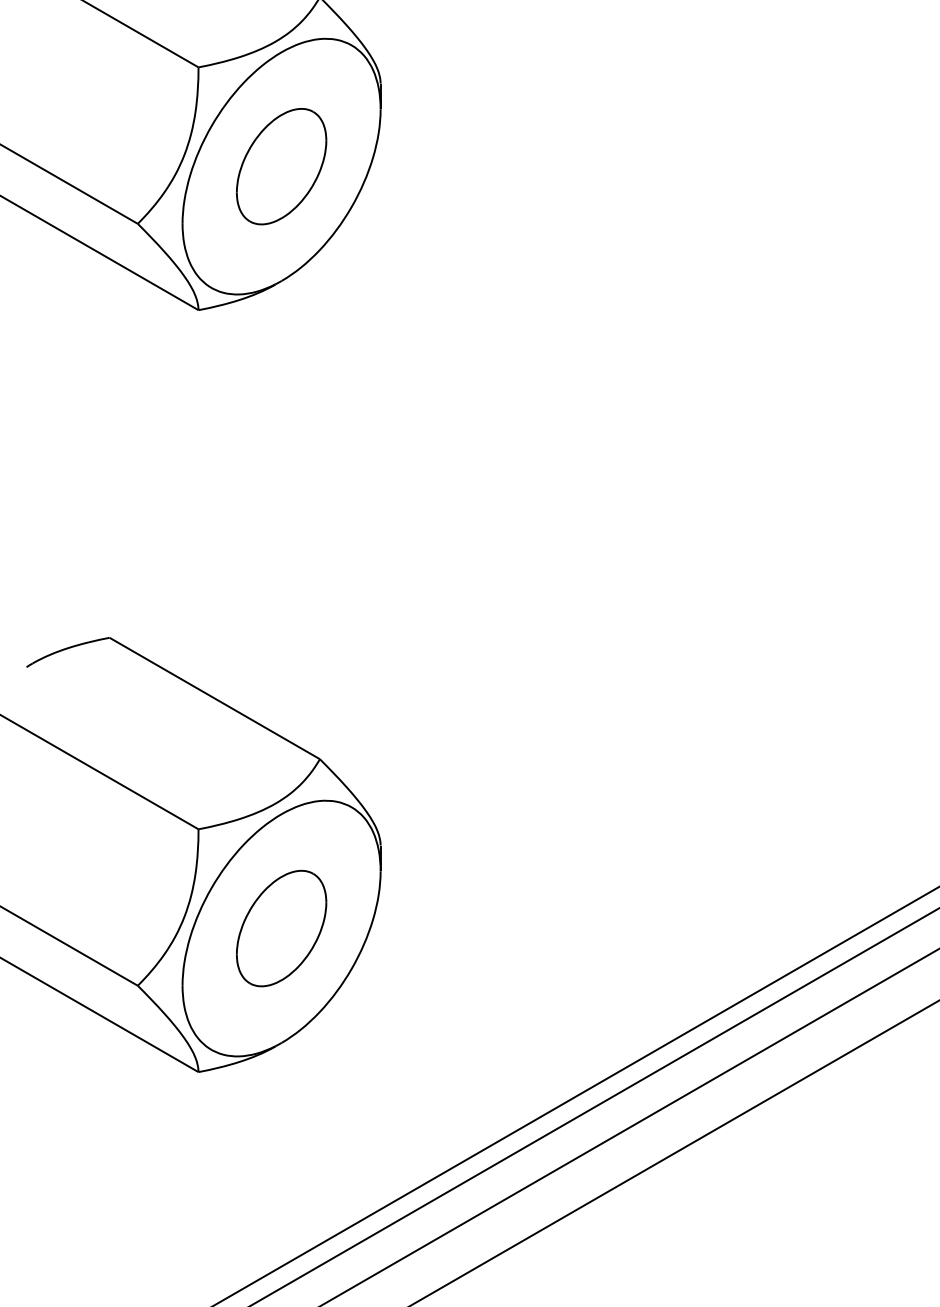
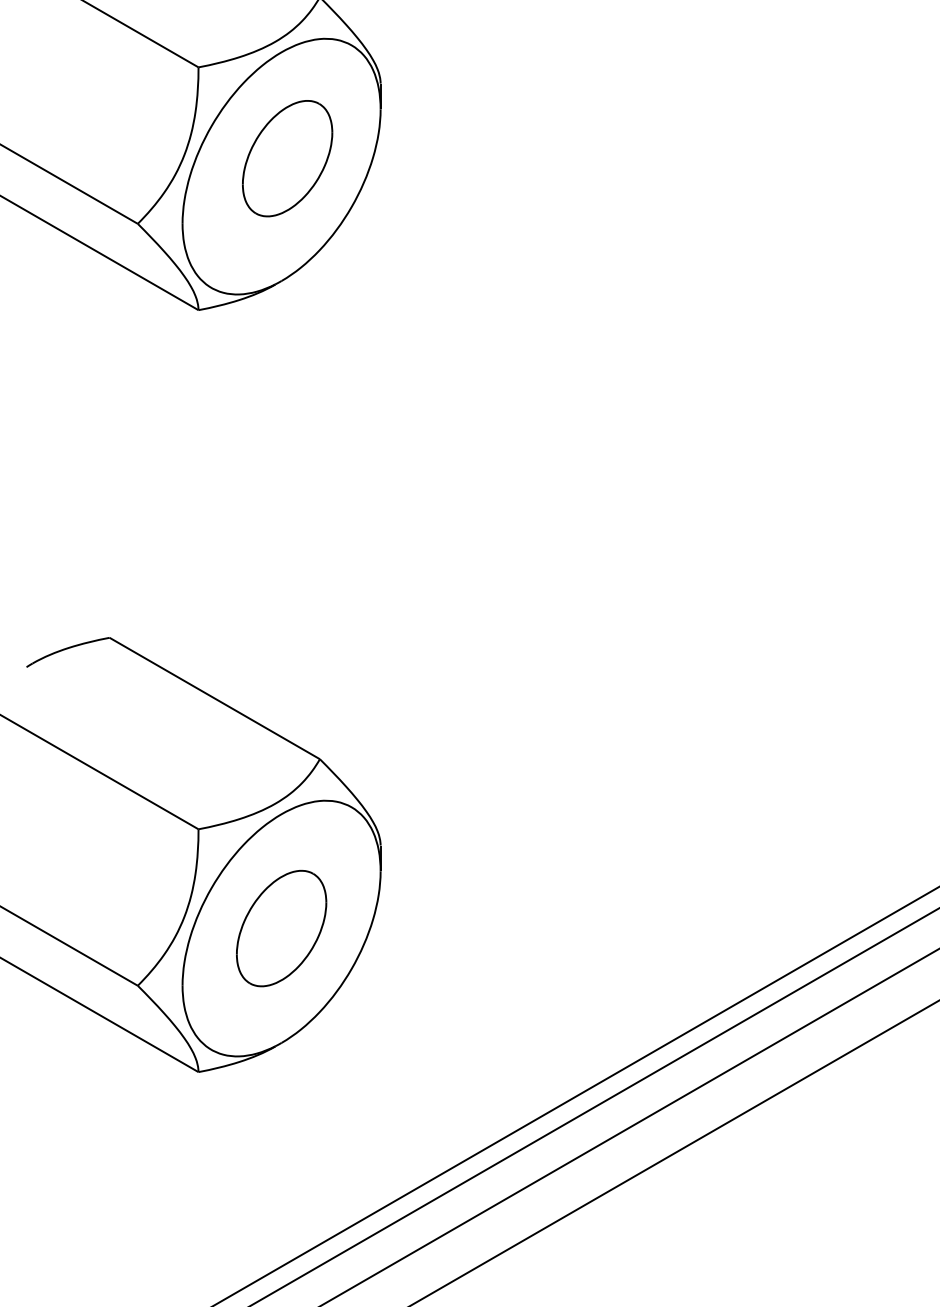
part at (281, 166) position: (281, 166) -> (287, 158)
